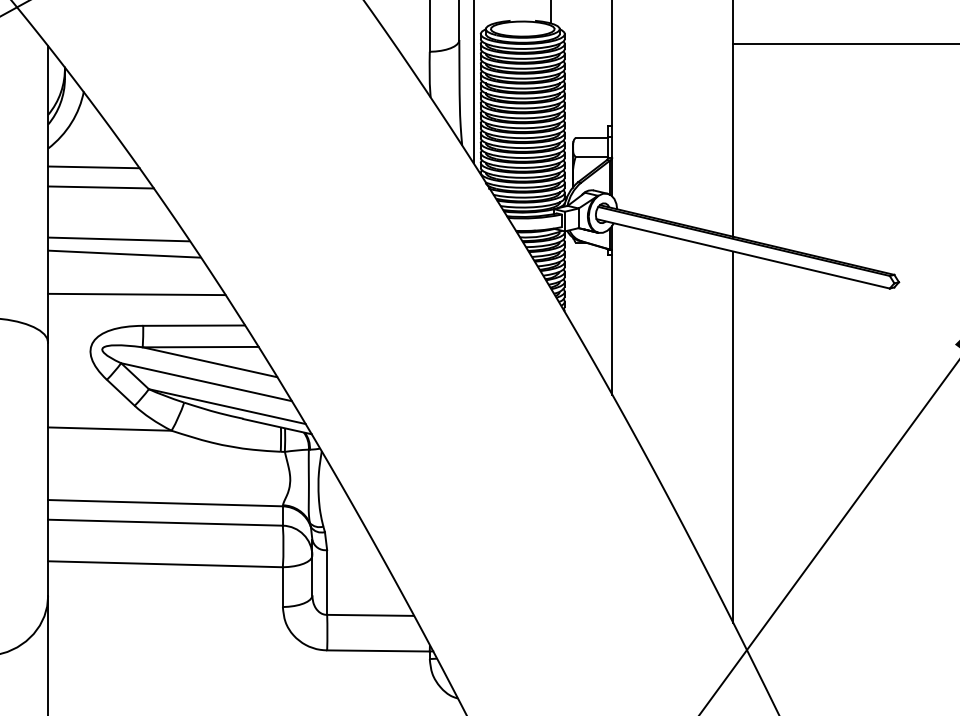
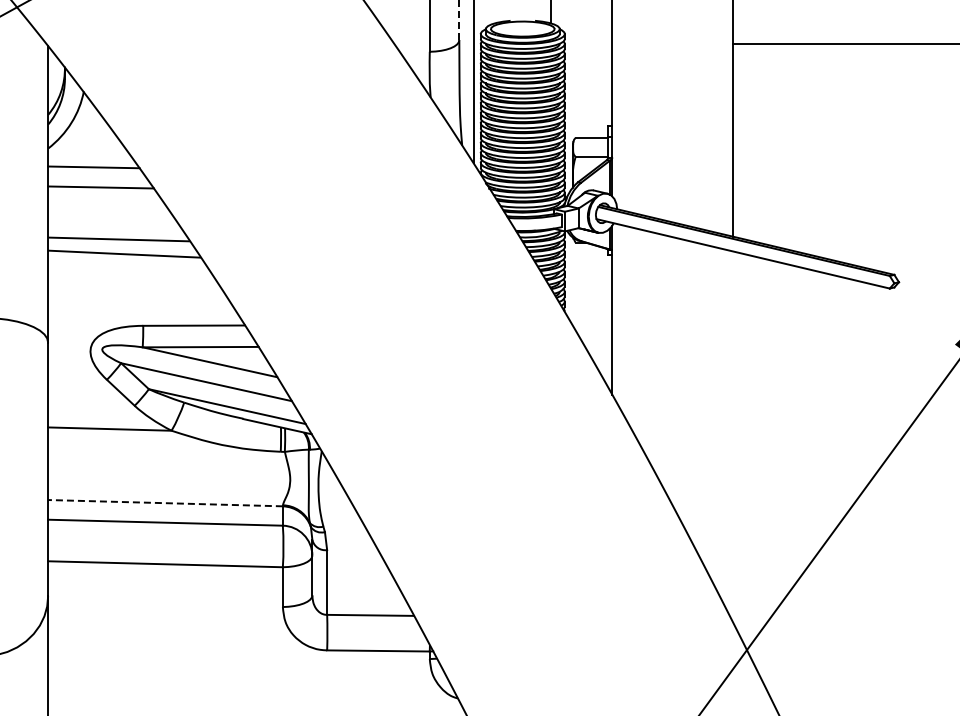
line at (459, 20): solid -> dashed
line at (136, 294): present -> none
line at (733, 437): present -> none
line at (165, 503): solid -> dashed
